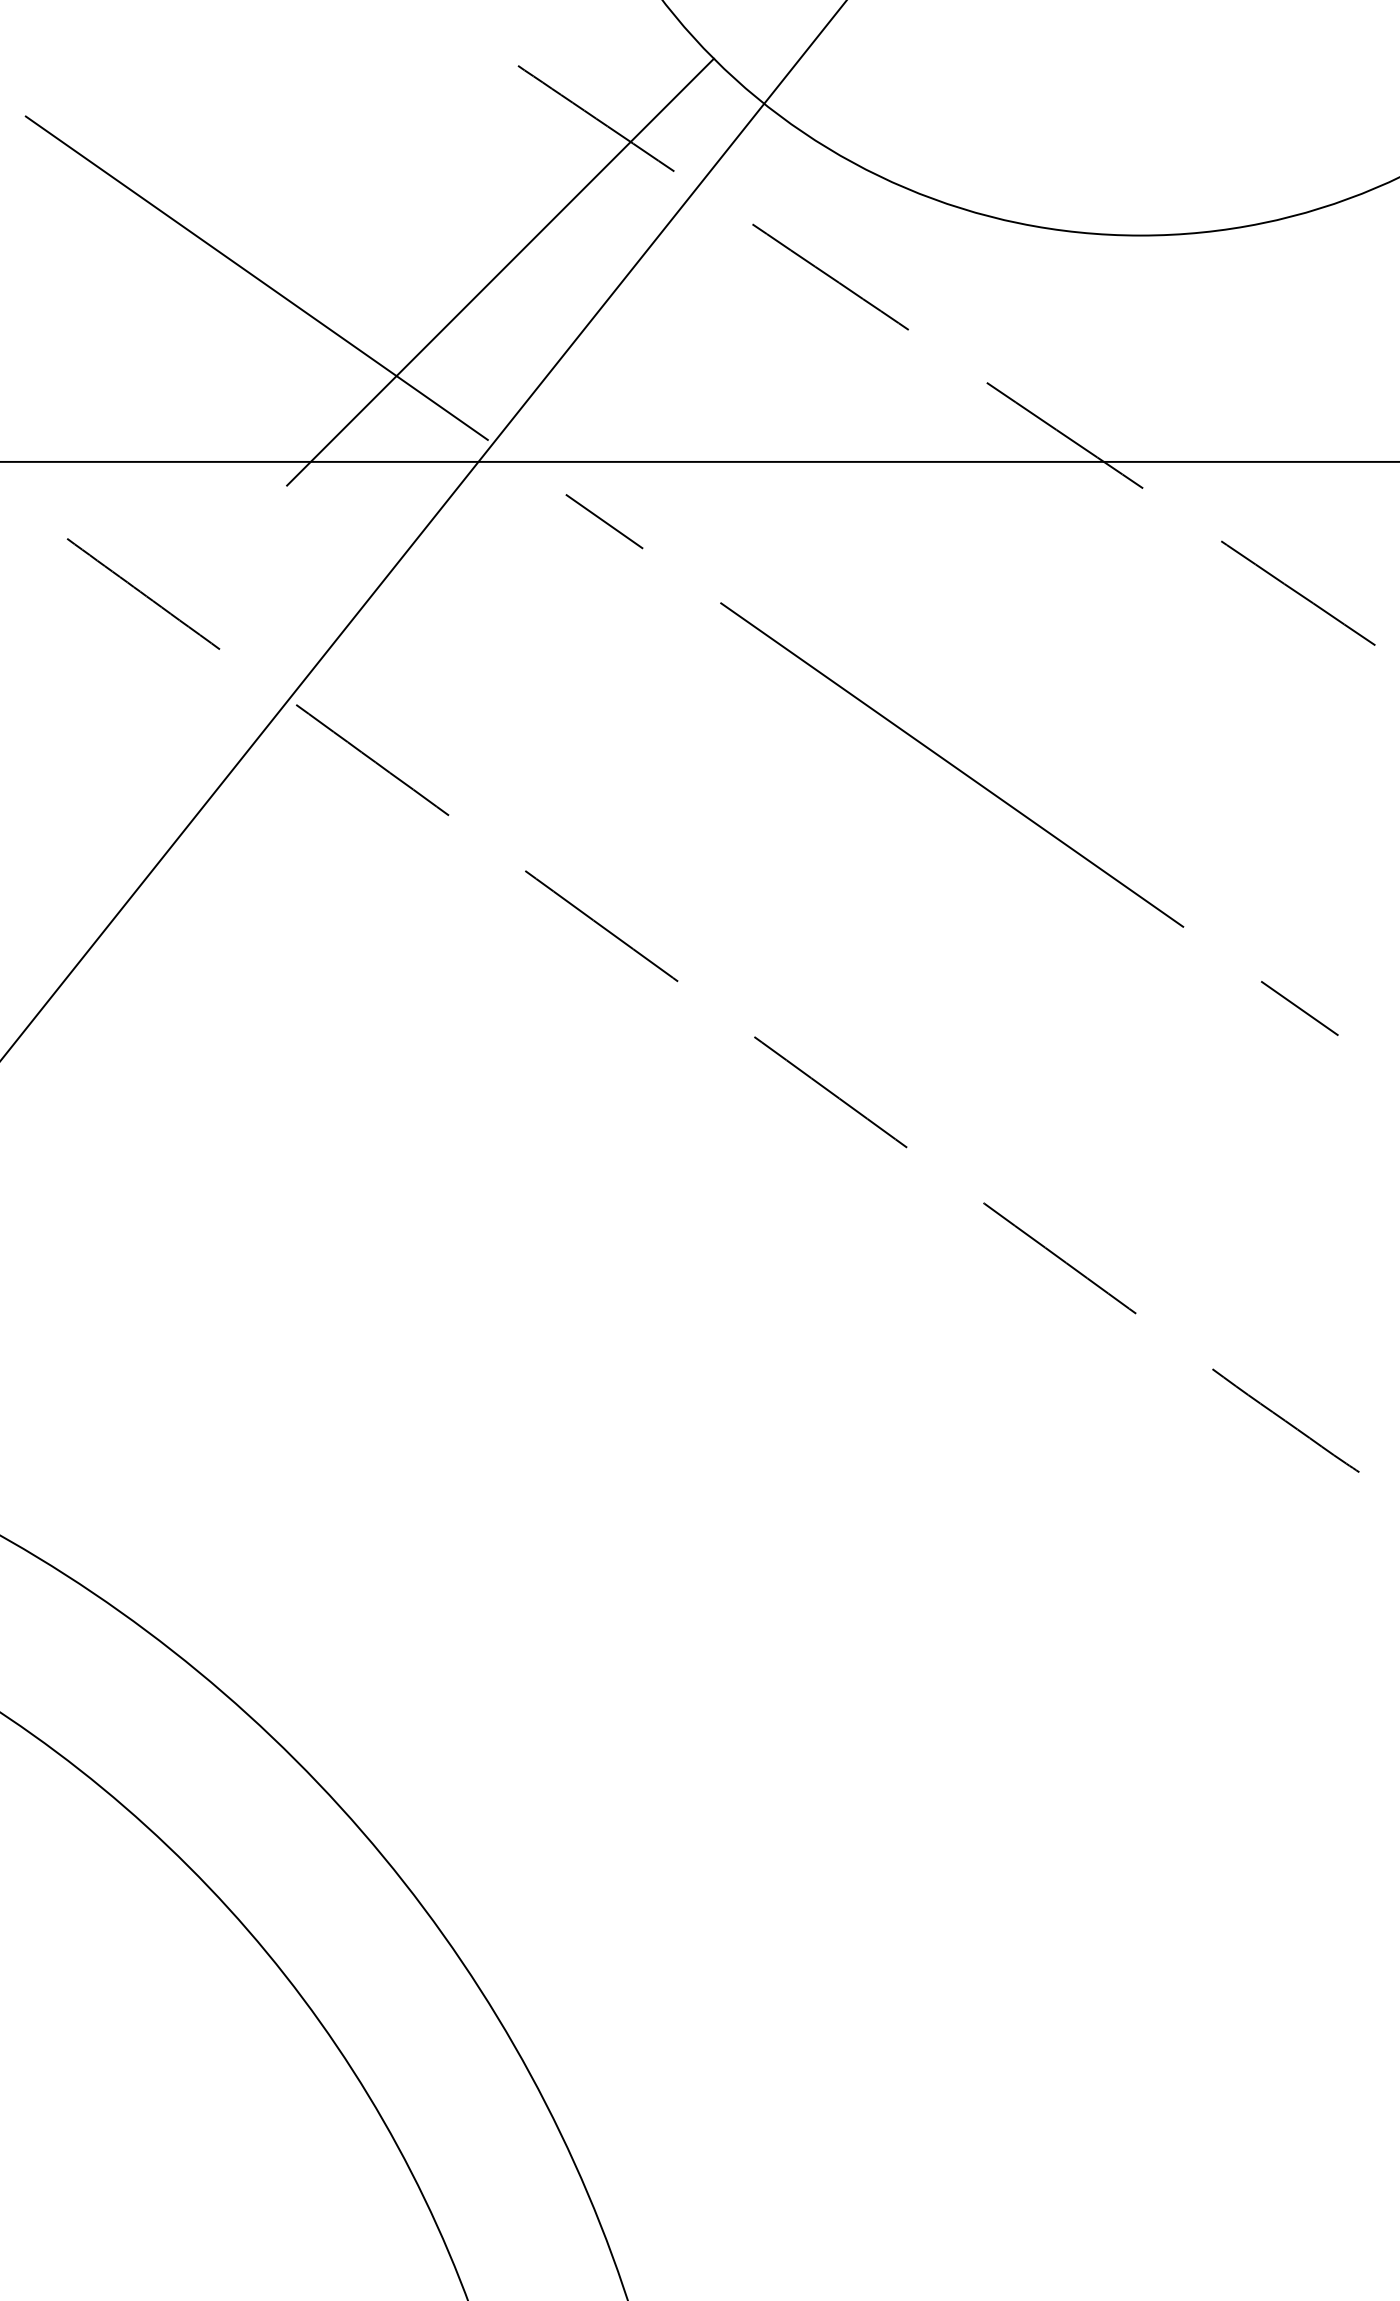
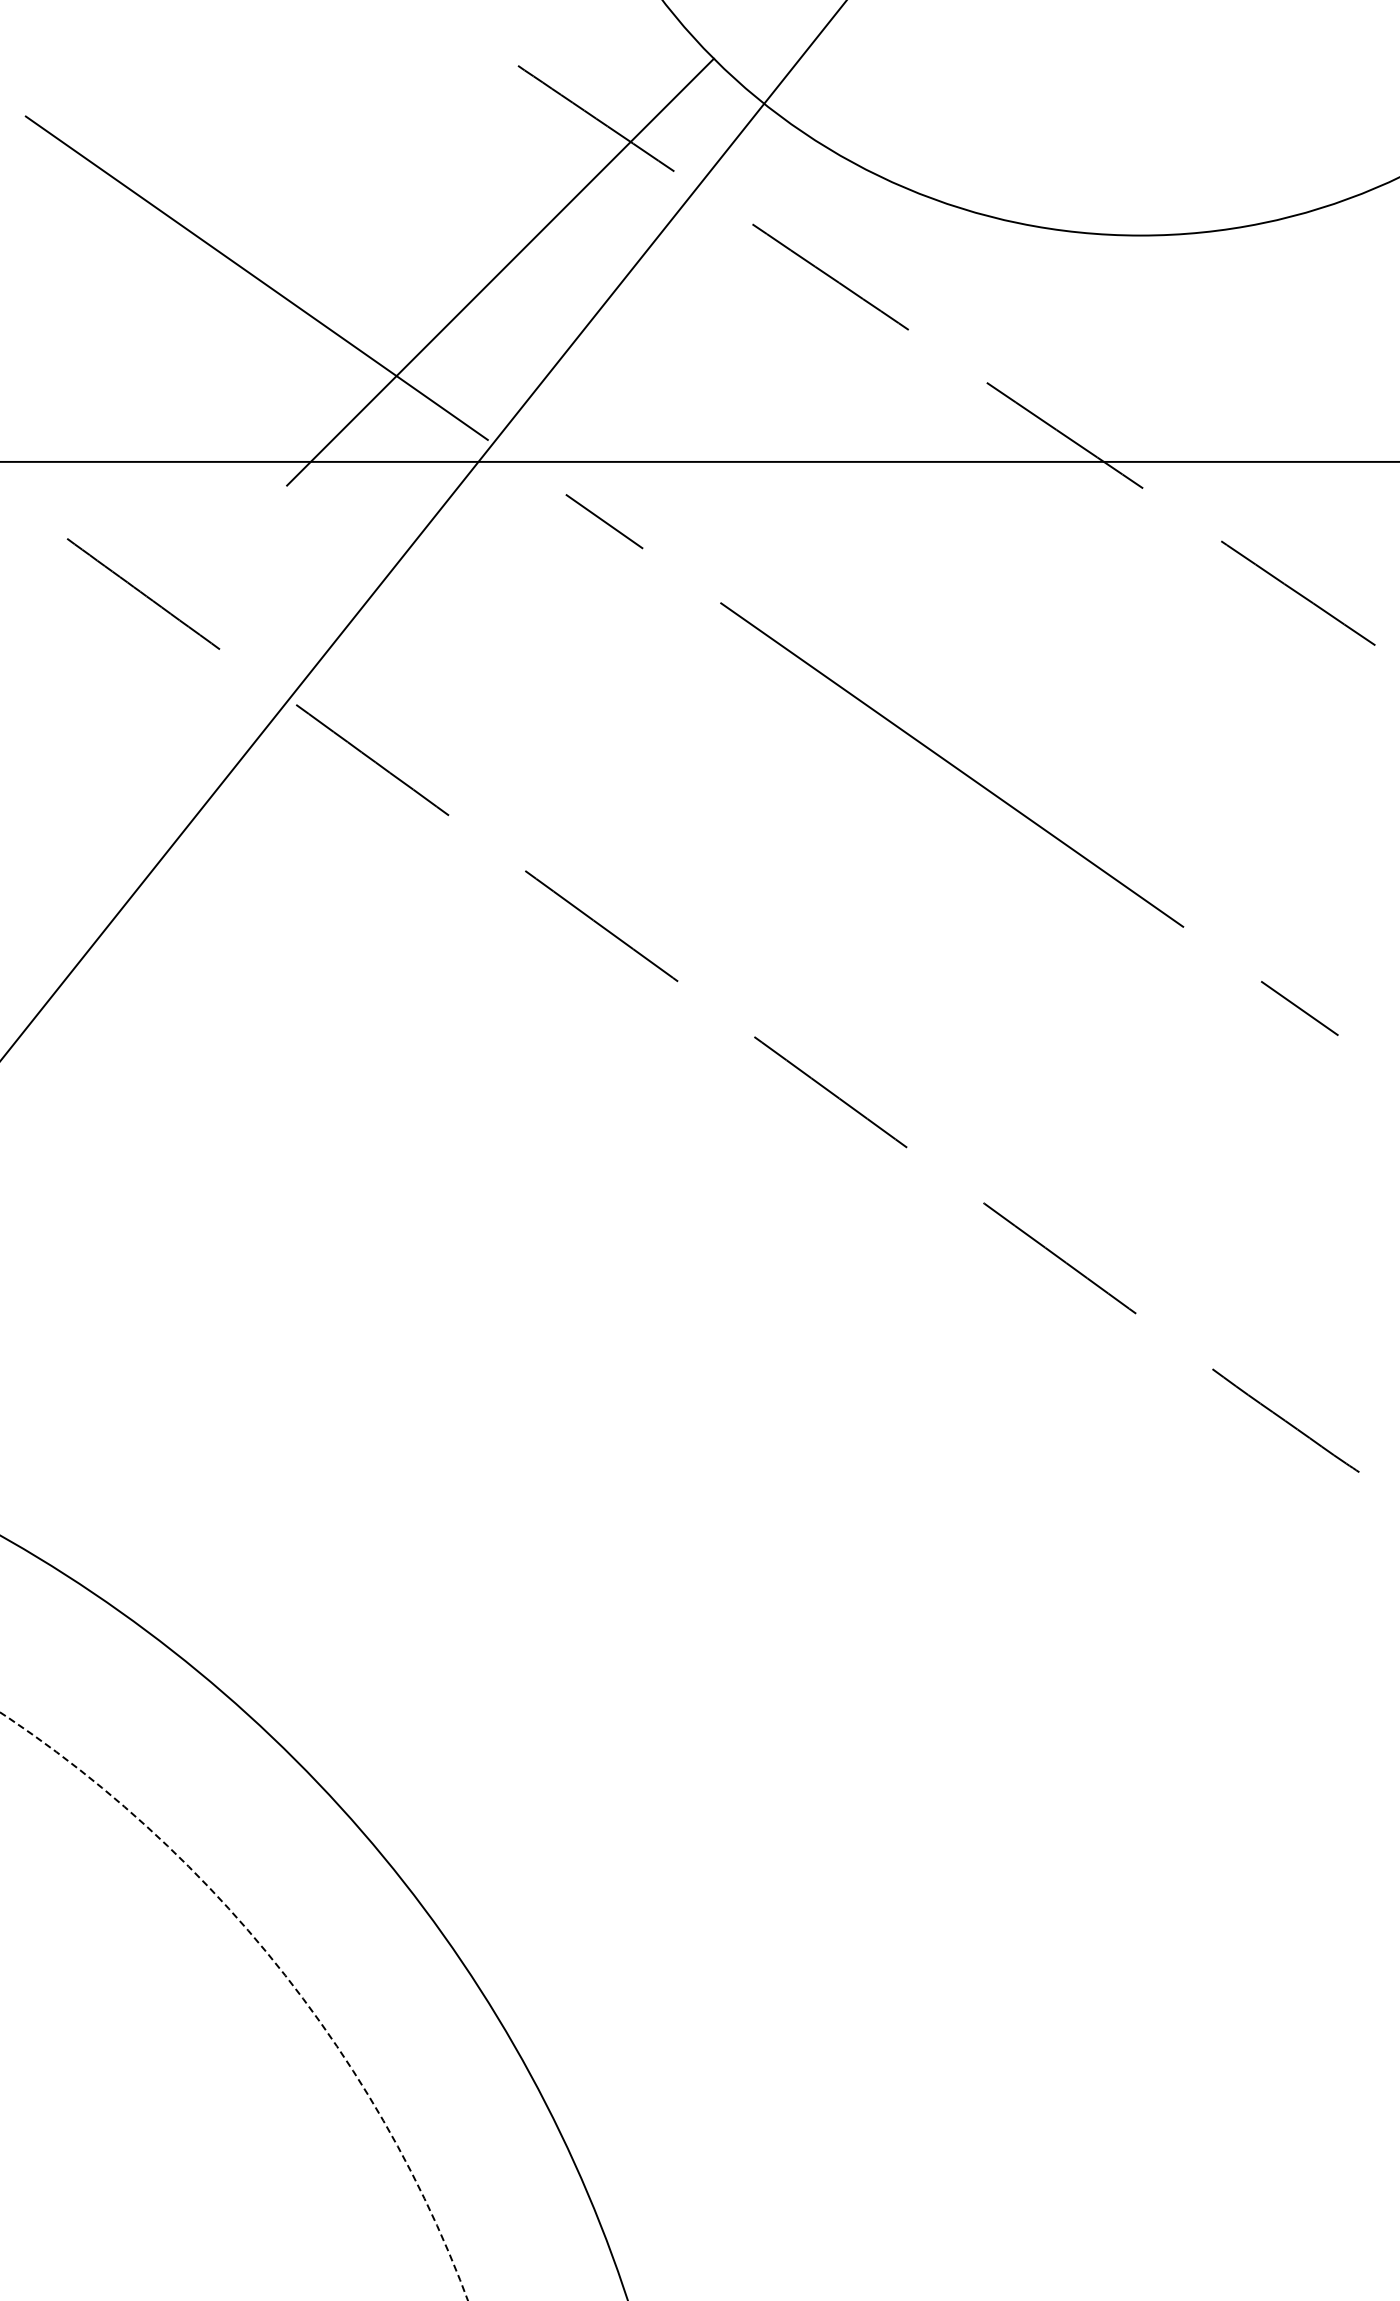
circle at (233, 2006): solid -> dashed
